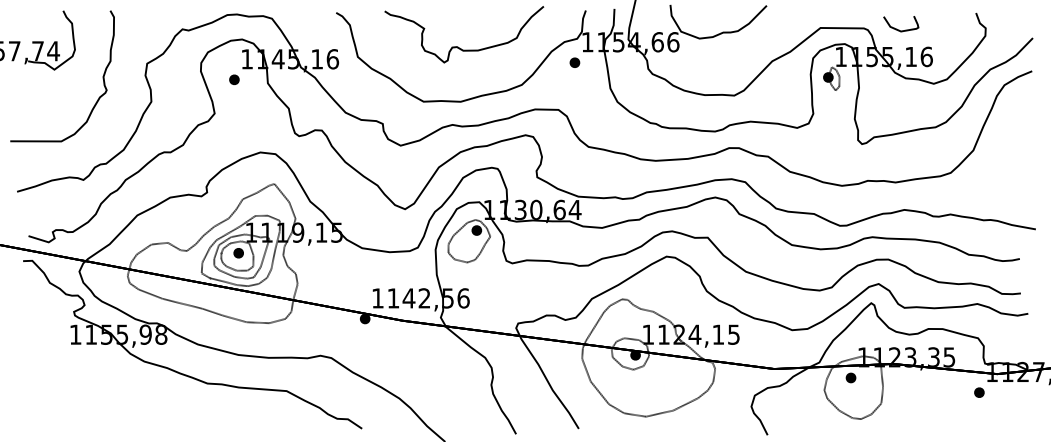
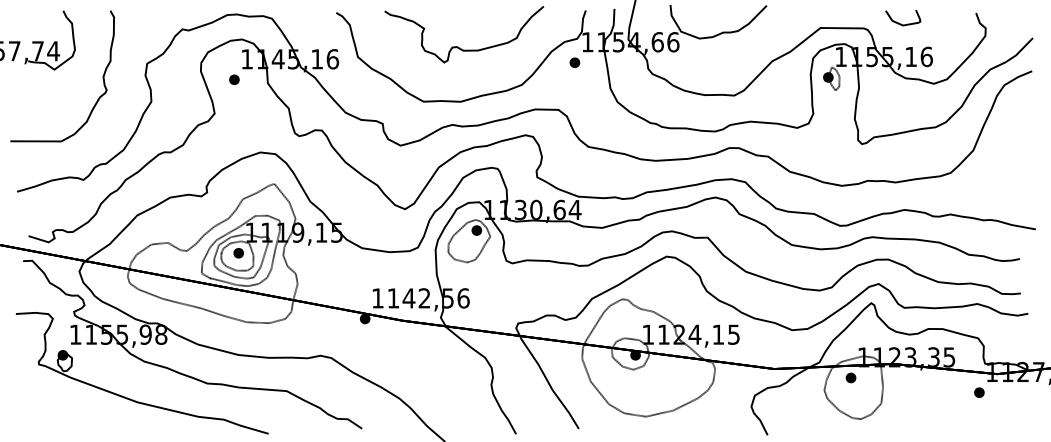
curve at (899, 29) position: (899, 29) -> (901, 23)
part at (133, 399): none -> present
